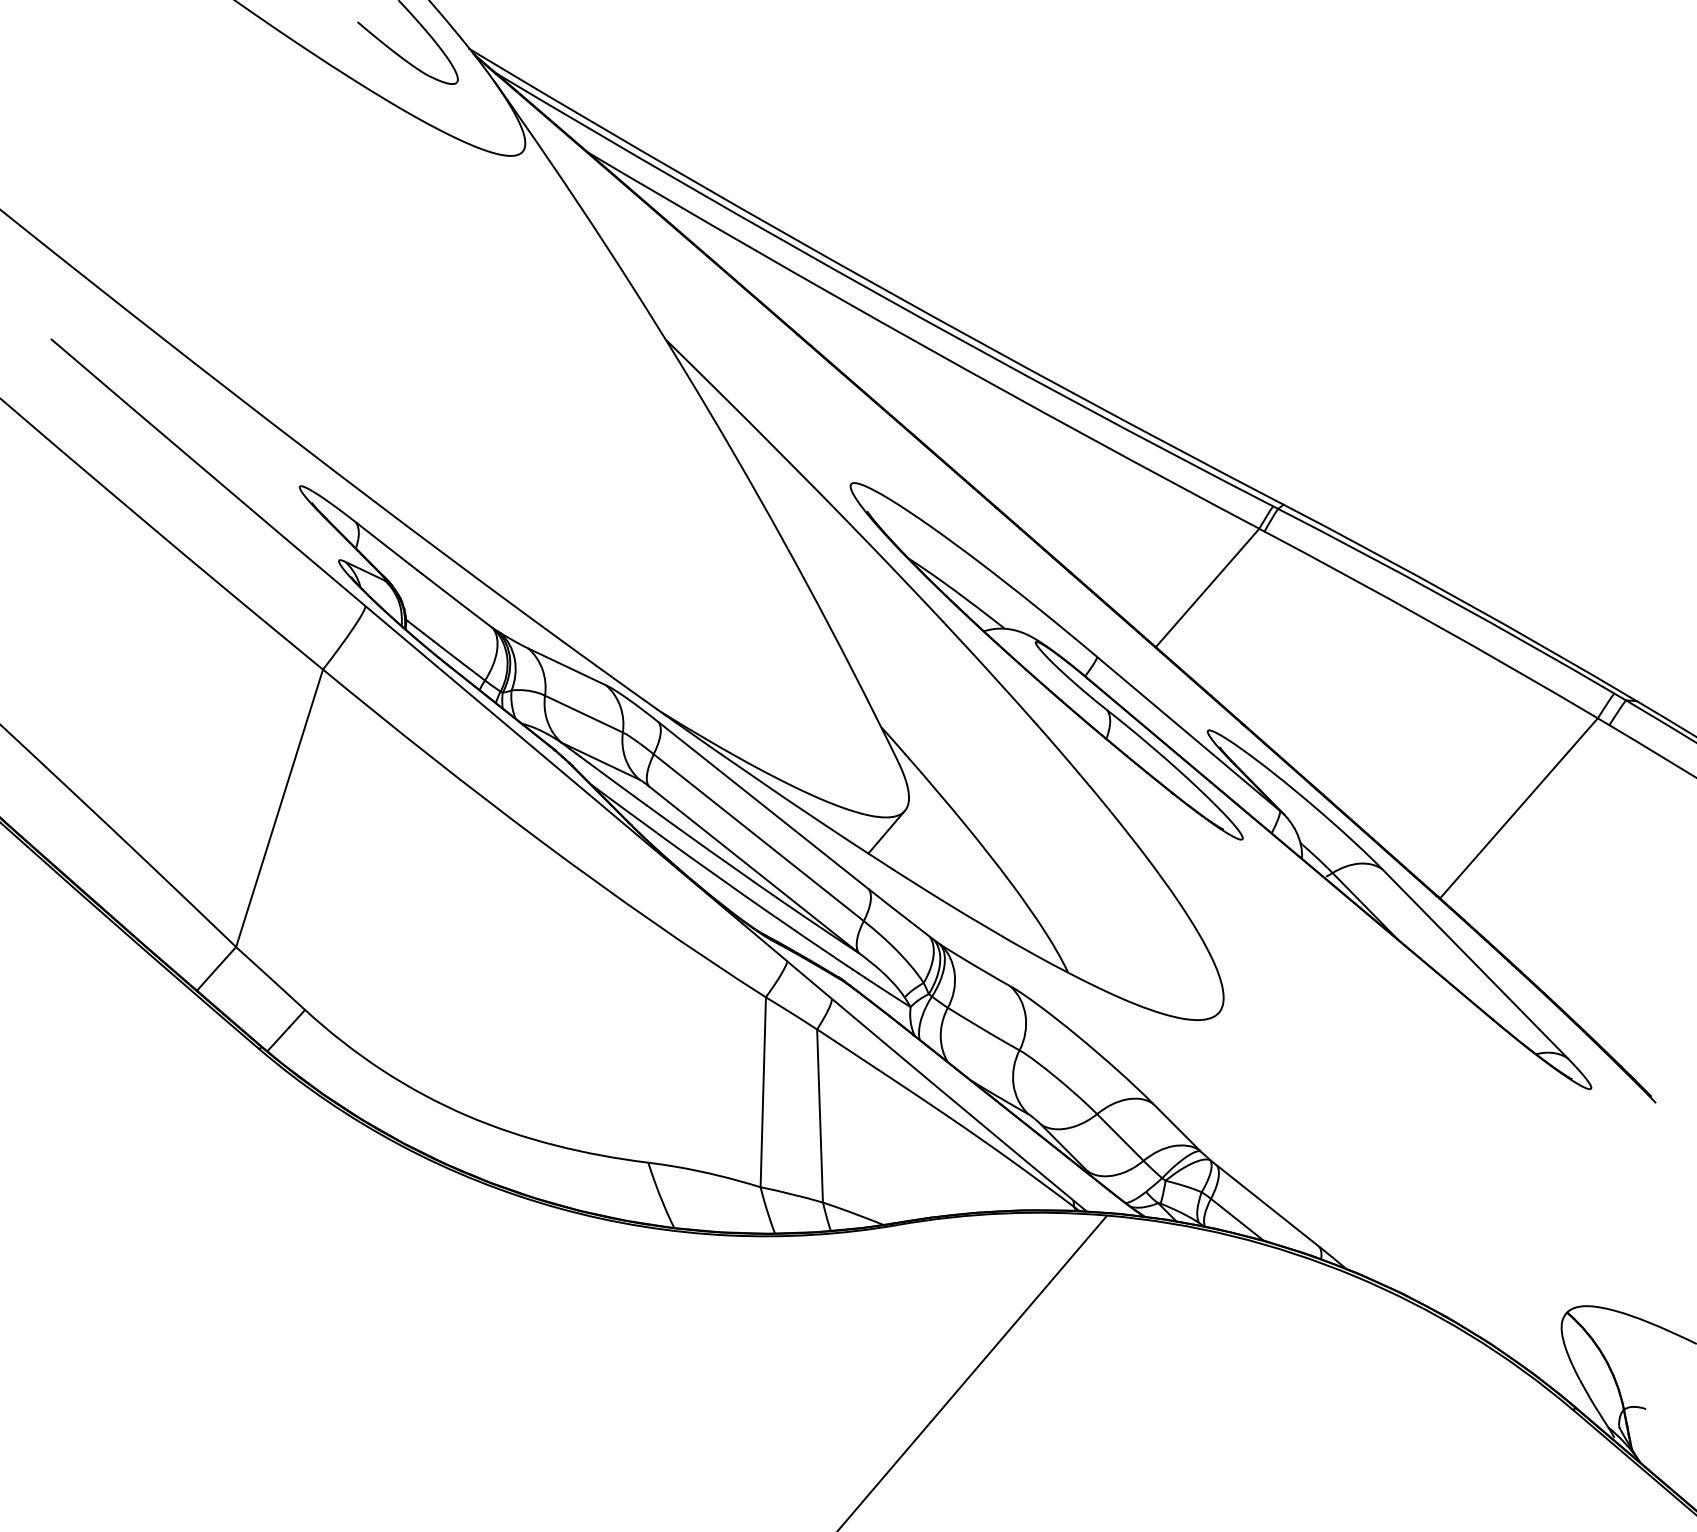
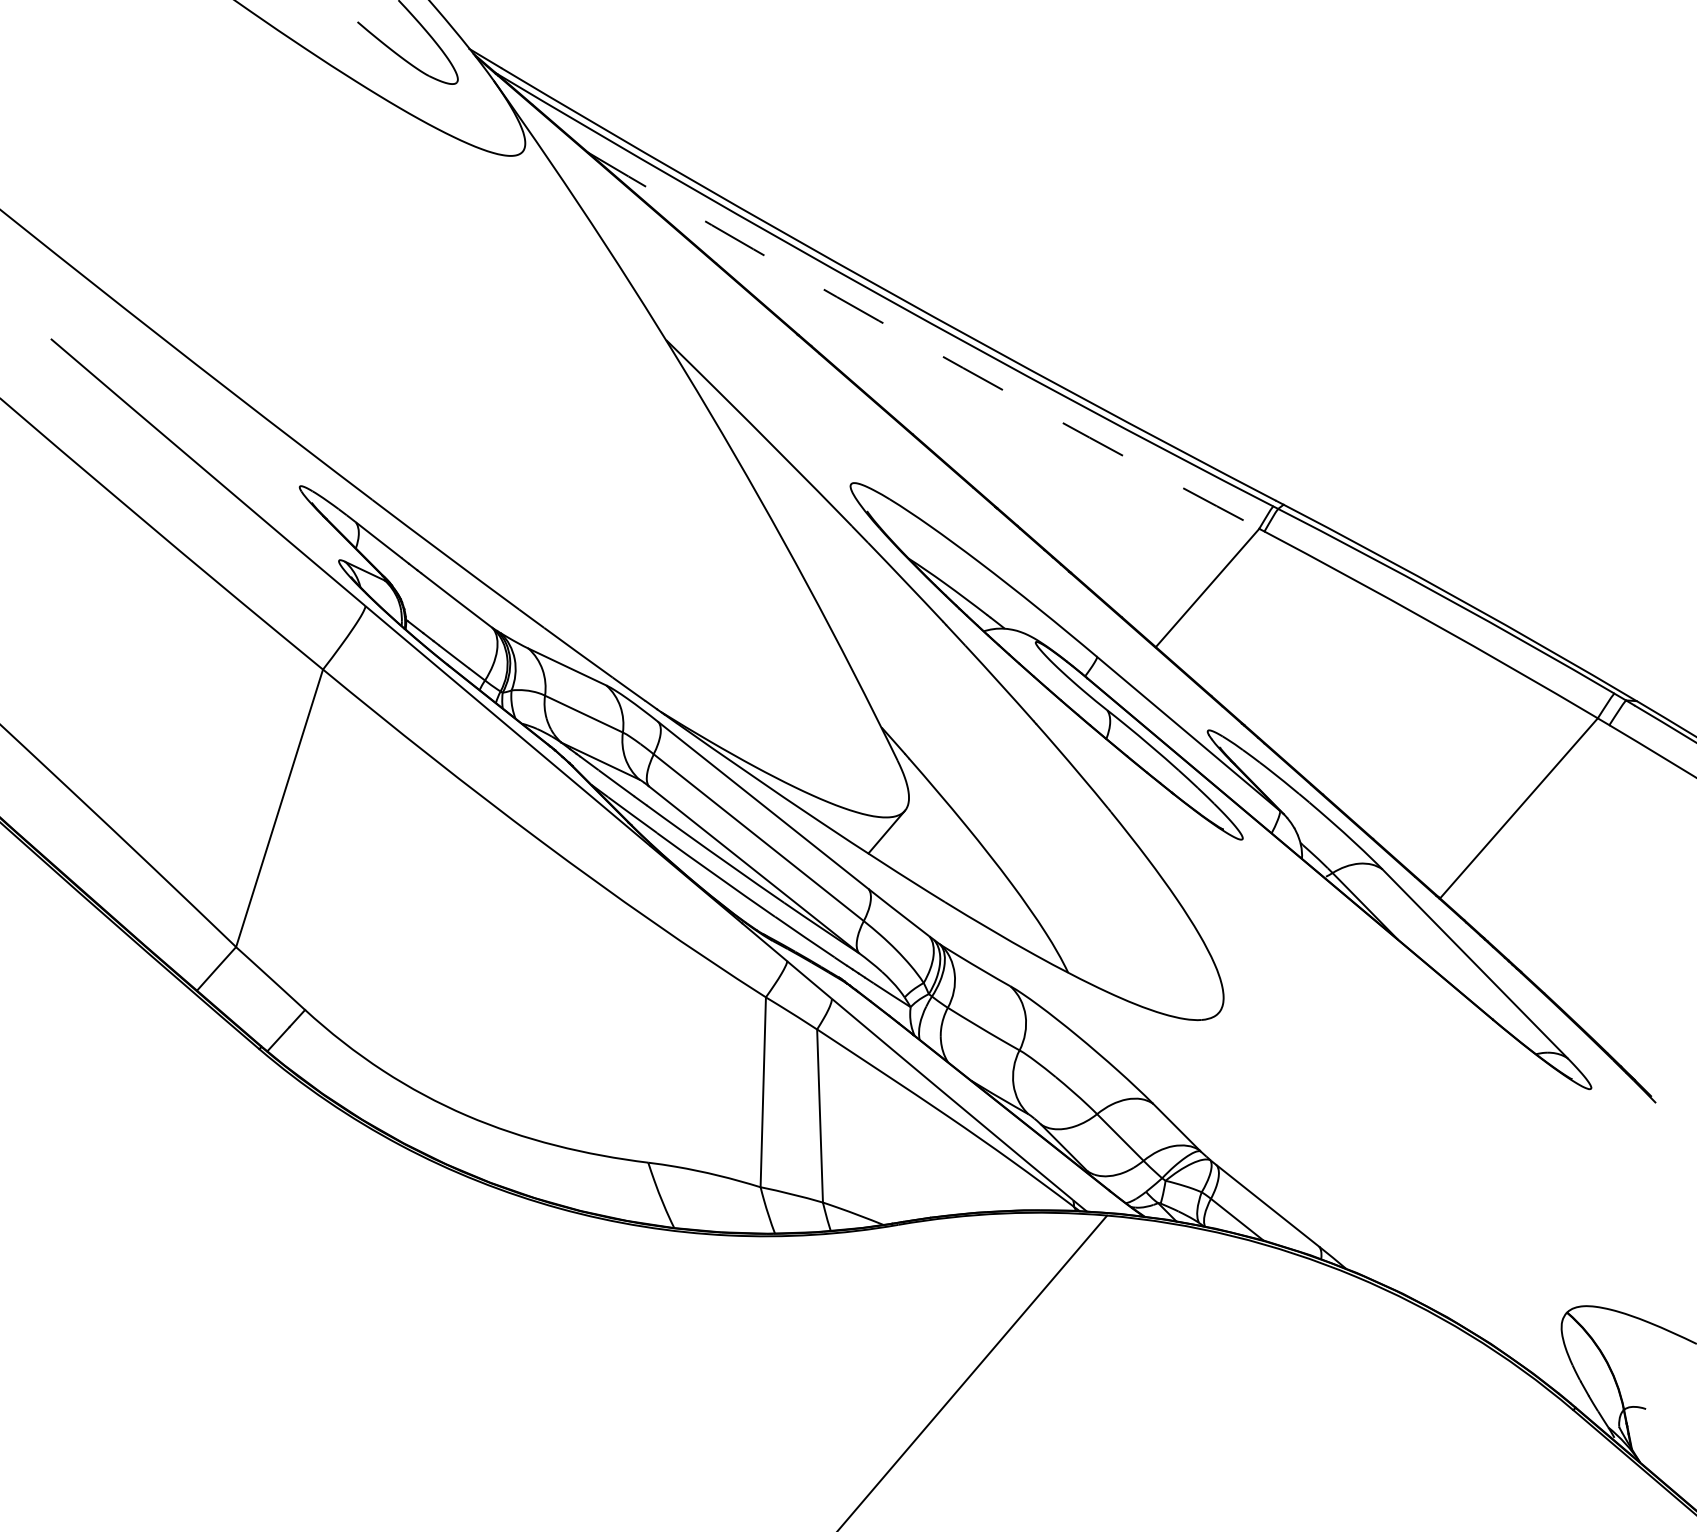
arc at (920, 344): solid -> dashed
